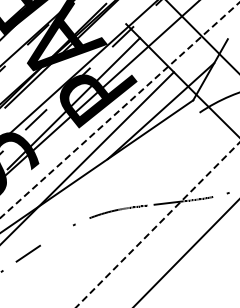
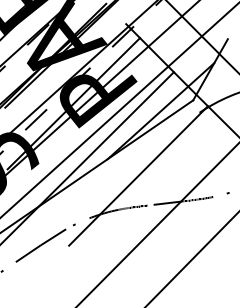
line at (120, 110): dashed -> solid
line at (138, 175): none -> present
line at (157, 225): dashed -> solid
line at (53, 237): none -> present
line at (185, 253) position: (185, 253) -> (192, 259)
